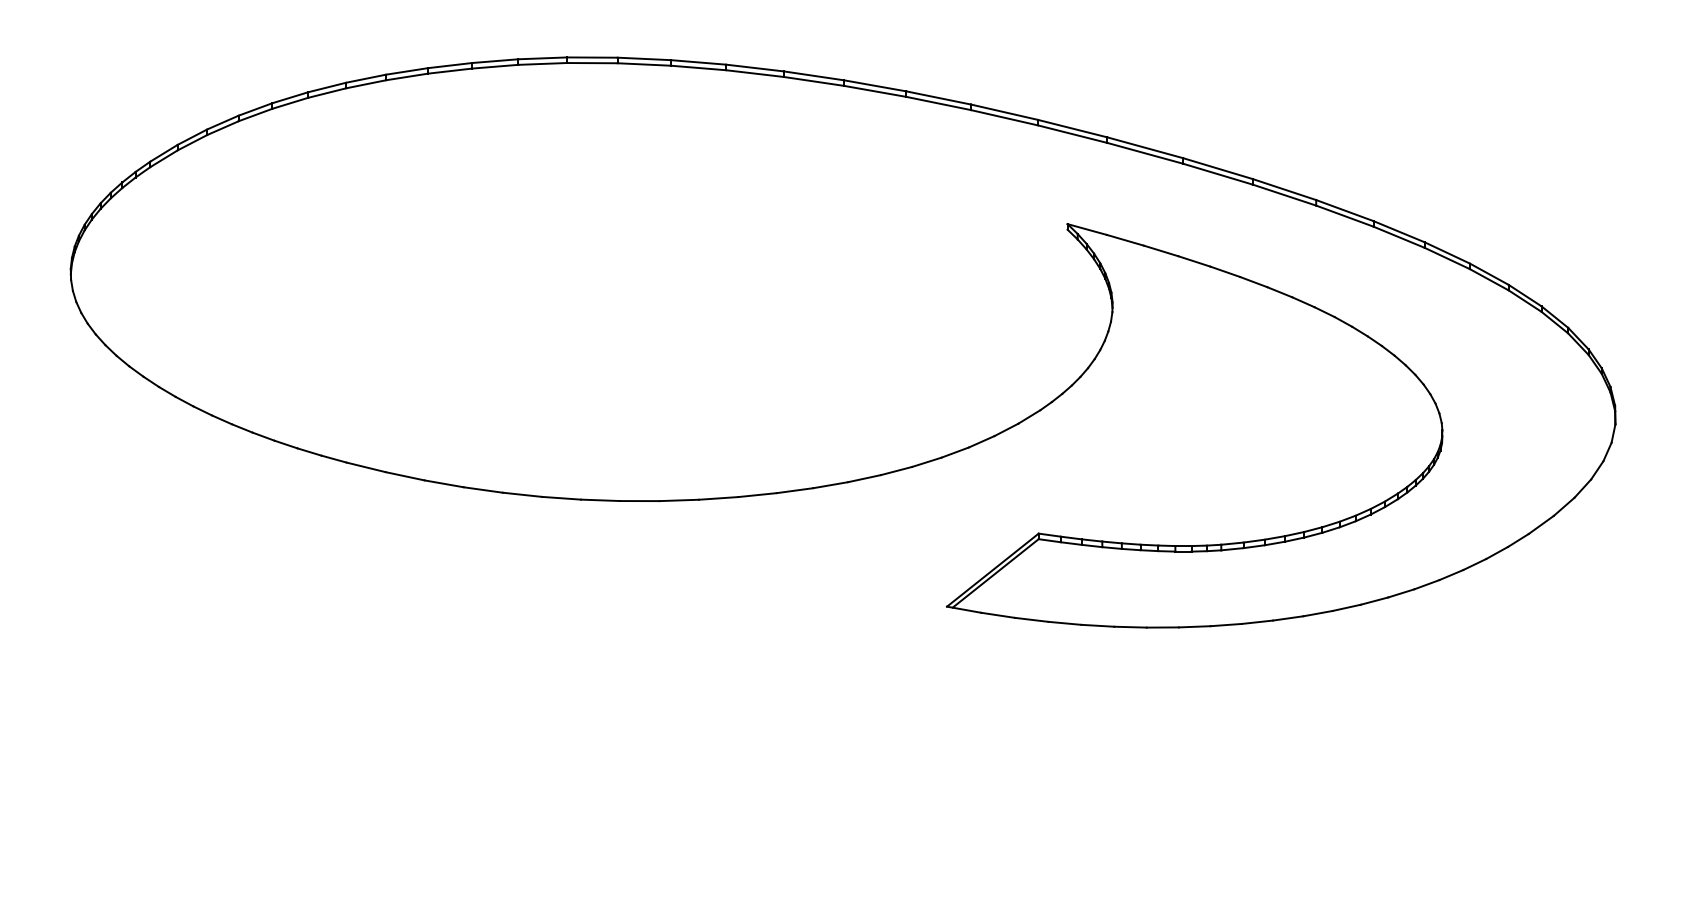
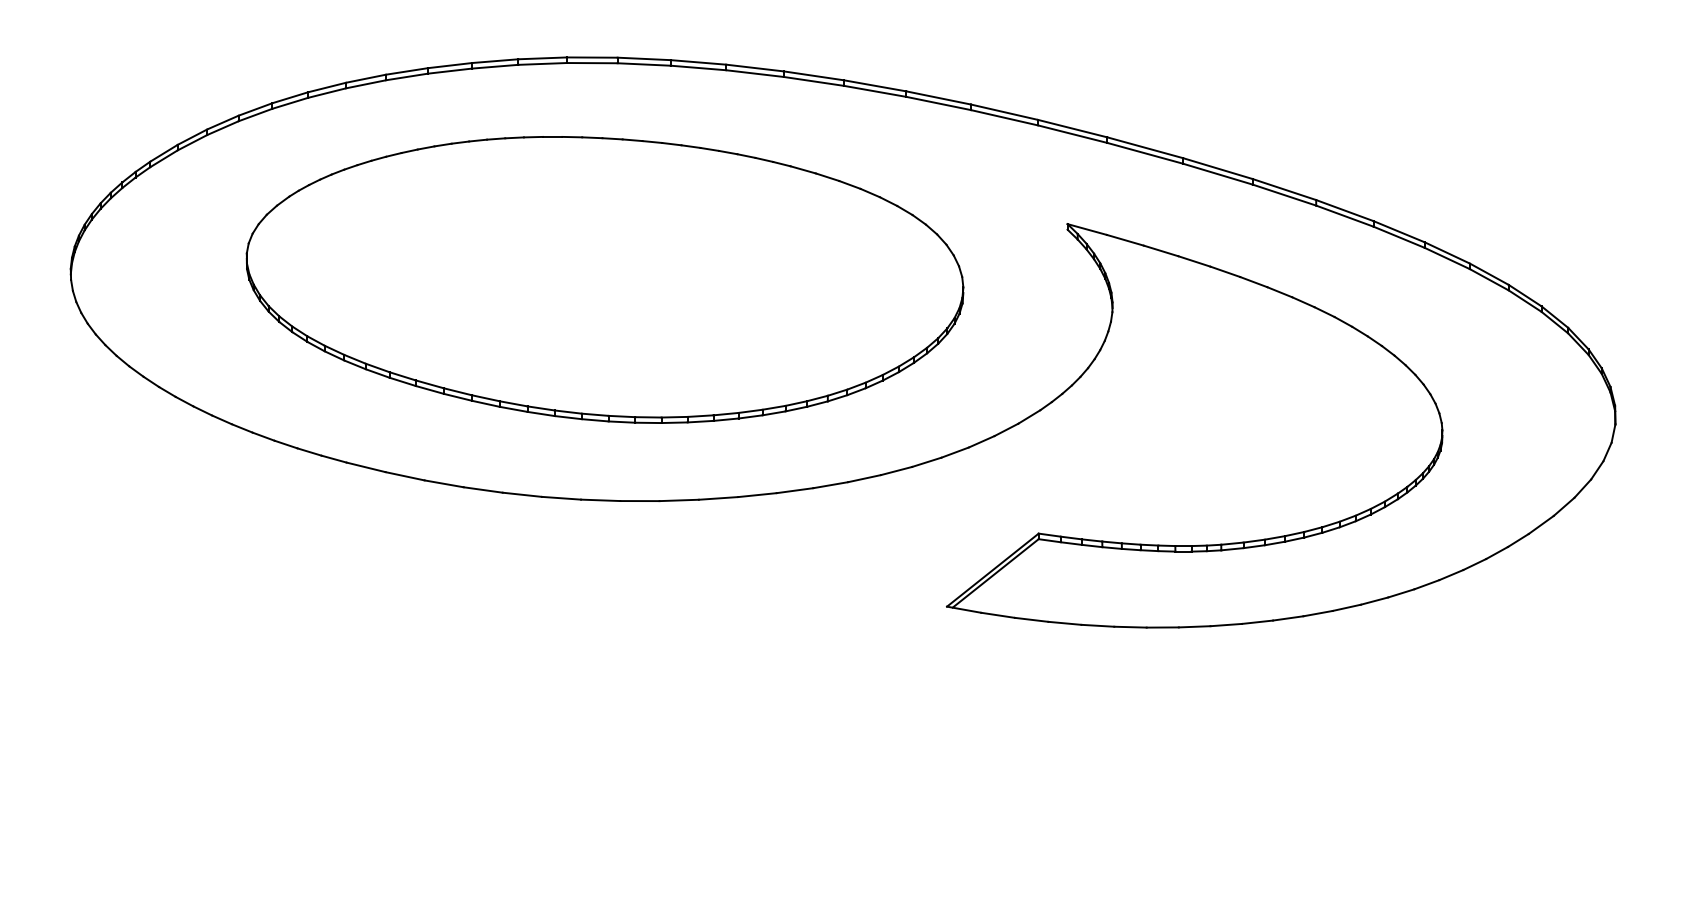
part at (604, 279): none -> present
